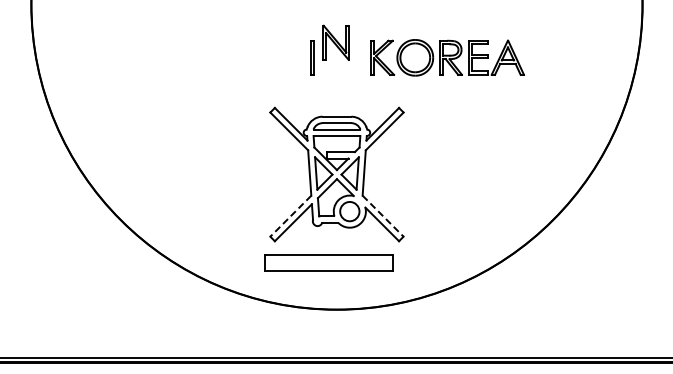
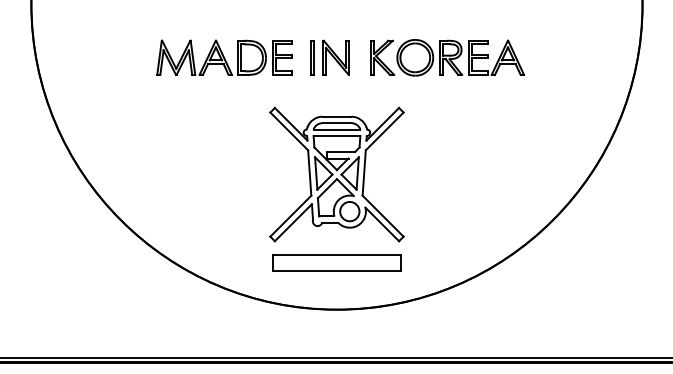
part at (335, 42) position: (335, 42) -> (335, 57)
part at (224, 57): none -> present
line at (290, 216): dashed -> solid
line at (383, 216): dashed -> solid
part at (328, 262) position: (328, 262) -> (336, 262)
